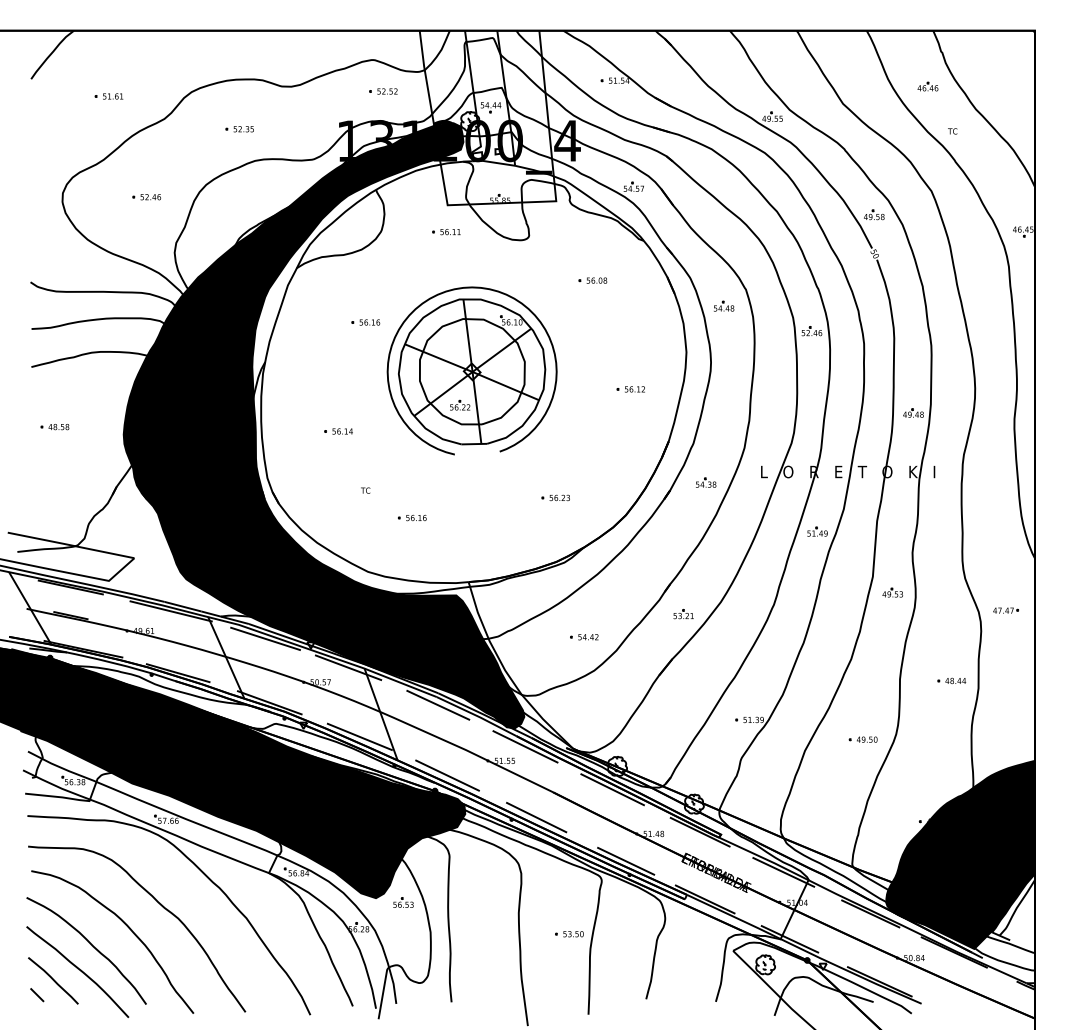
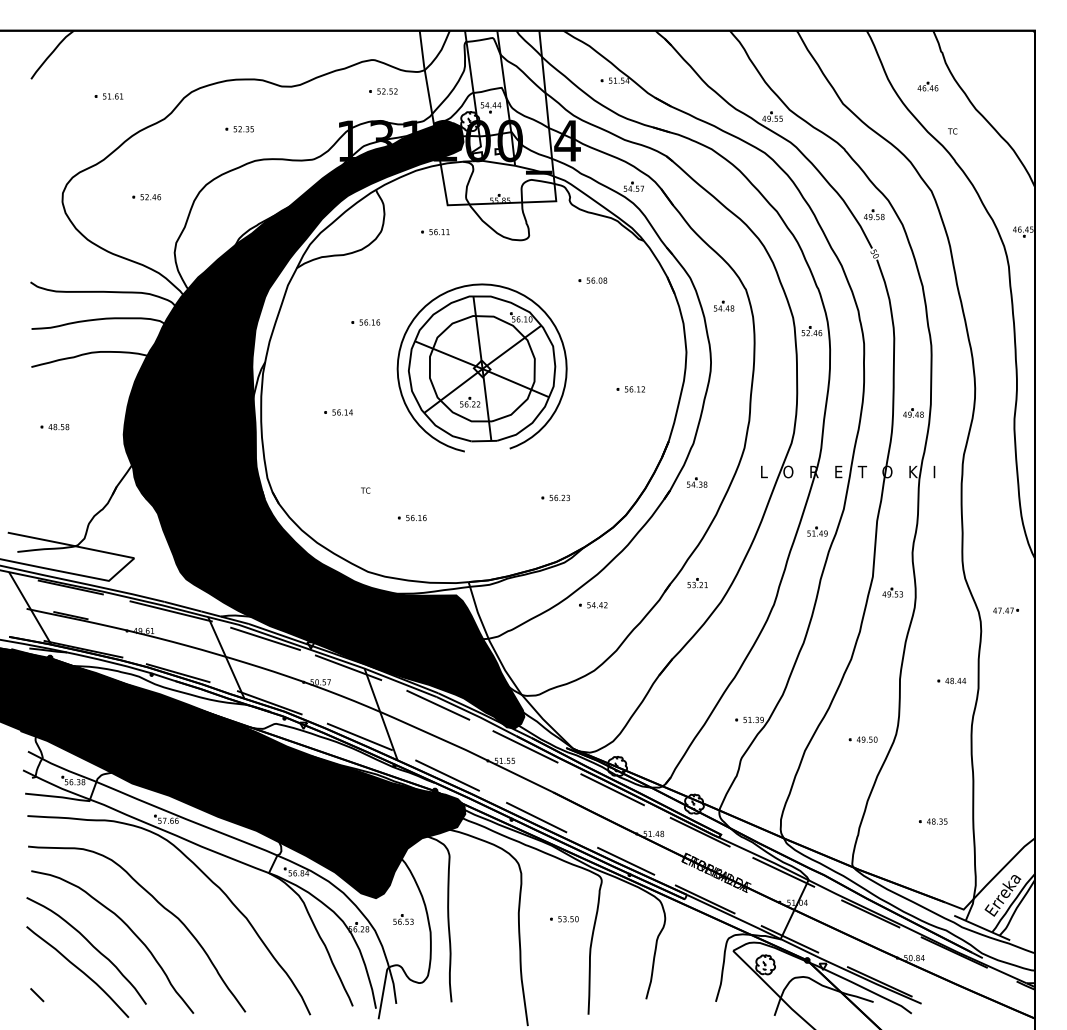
part at (446, 232) position: (446, 232) -> (435, 232)
part at (471, 370) position: (471, 370) -> (481, 367)
part at (338, 431) position: (338, 431) -> (338, 412)
part at (706, 482) position: (706, 482) -> (697, 482)
part at (683, 614) position: (683, 614) -> (697, 583)
part at (584, 637) position: (584, 637) -> (593, 605)
fill at (959, 854): present -> none
part at (403, 902) position: (403, 902) -> (403, 919)
part at (569, 934) position: (569, 934) -> (564, 919)
line at (53, 980): present -> none
